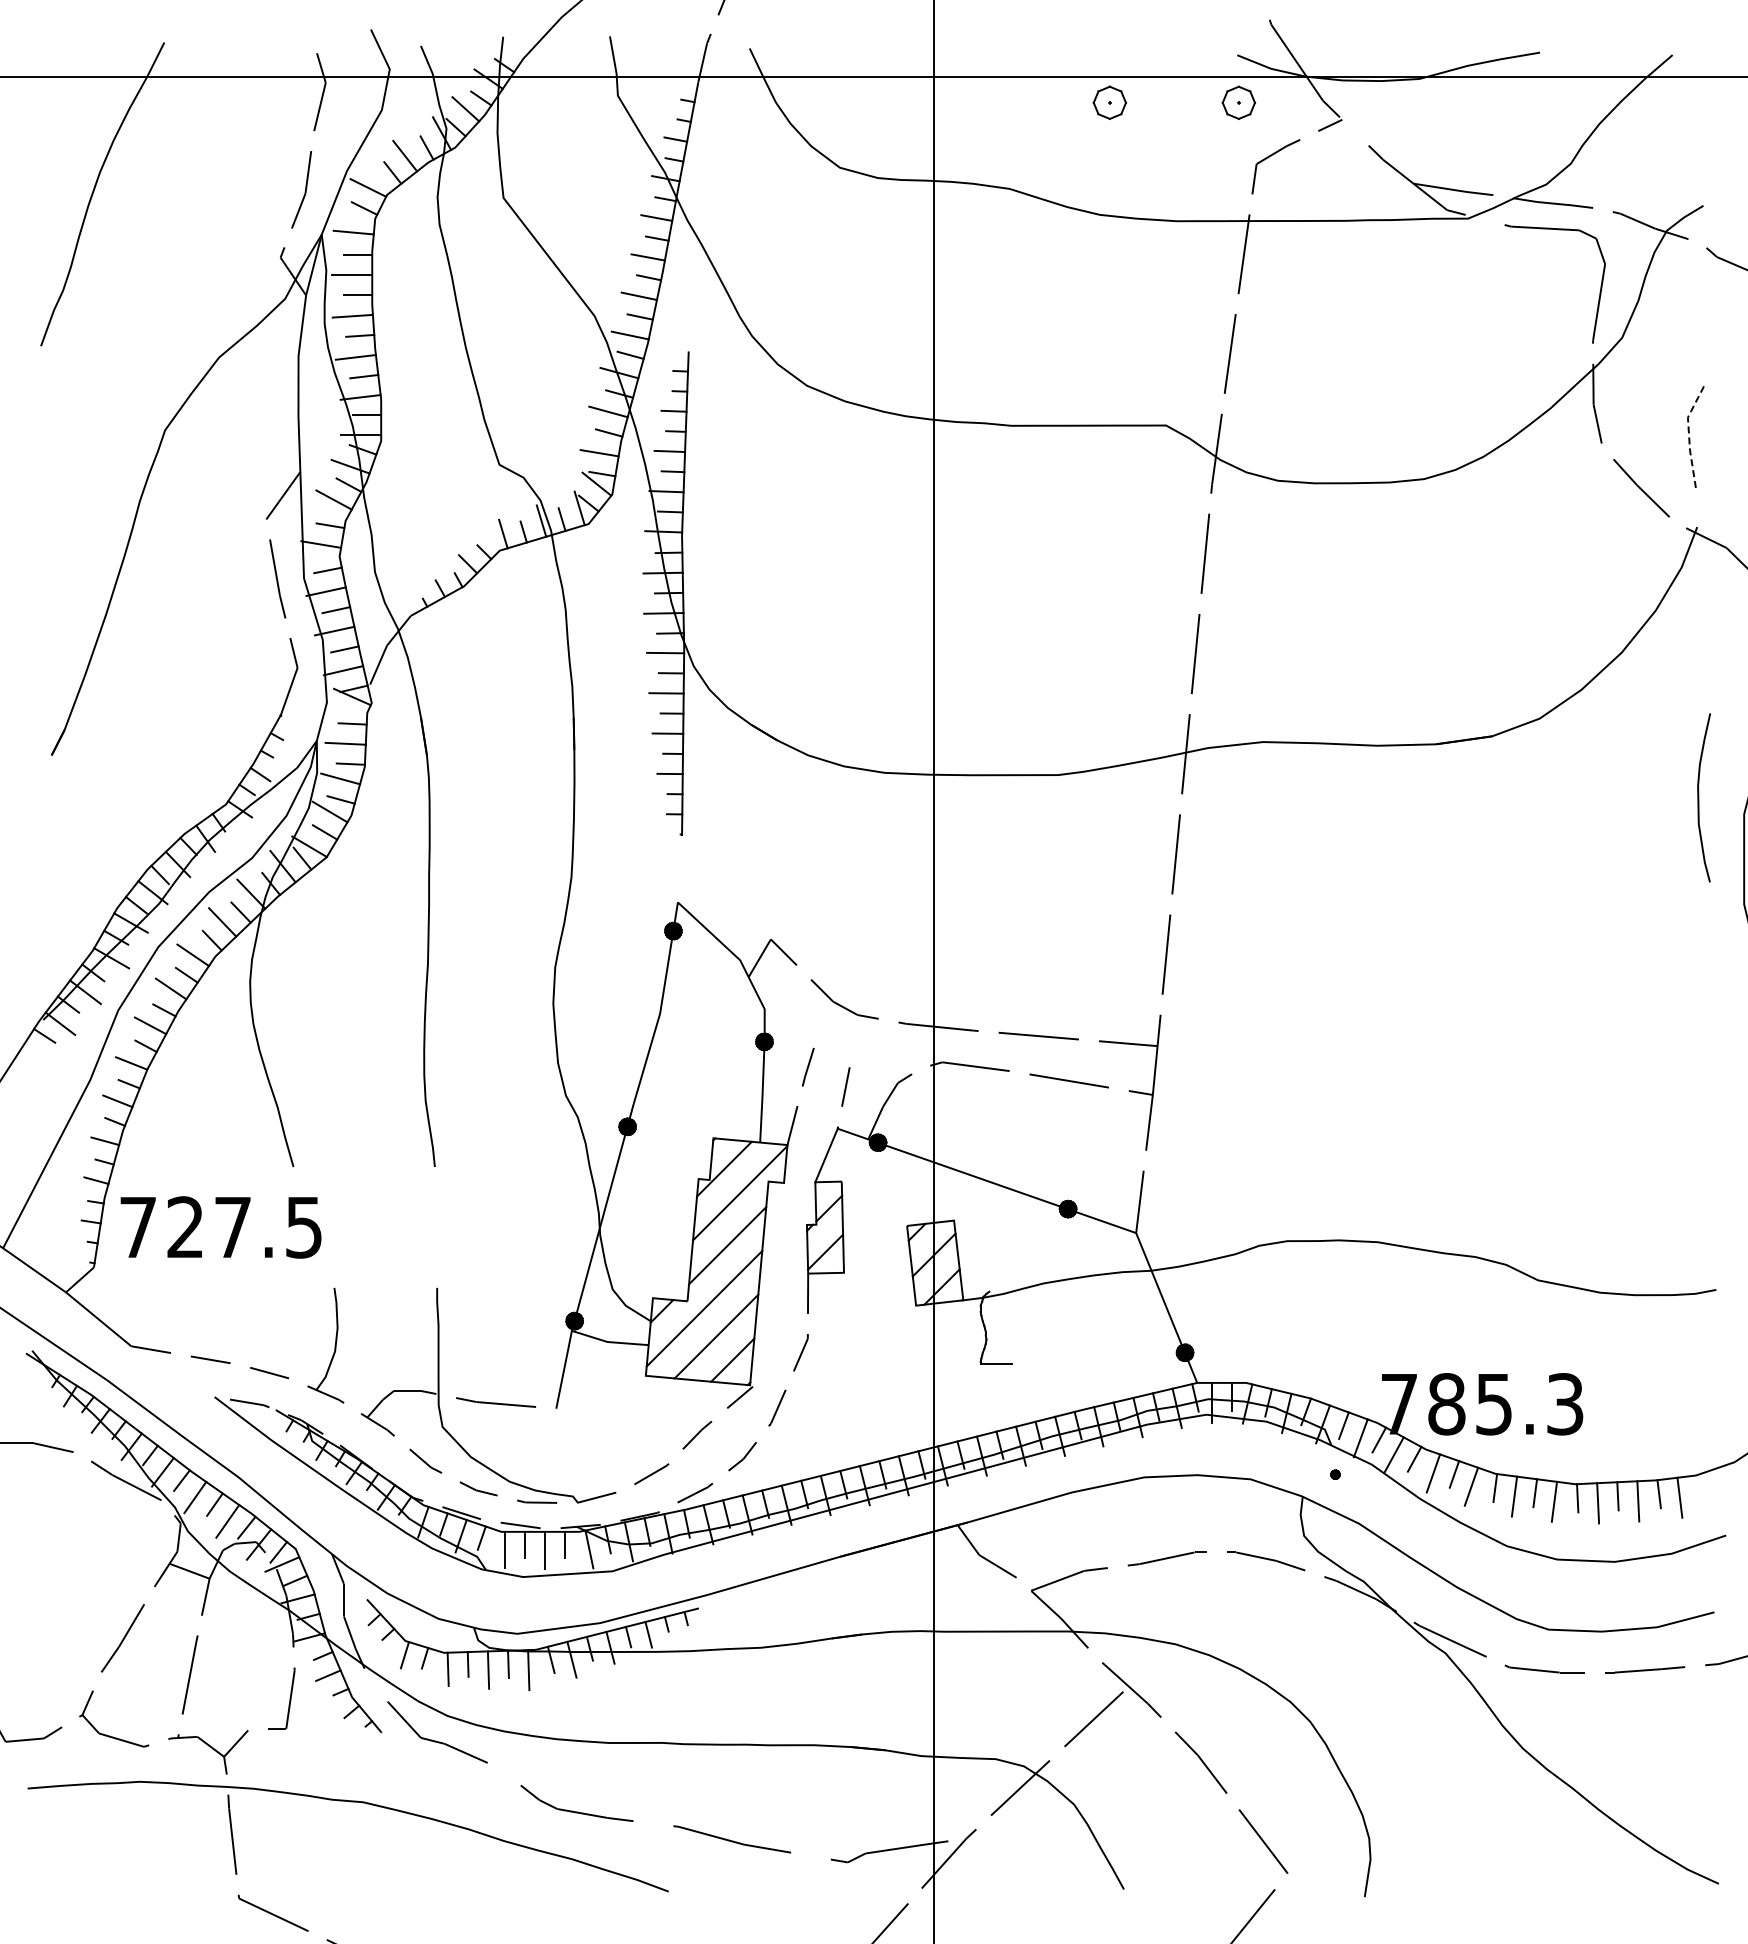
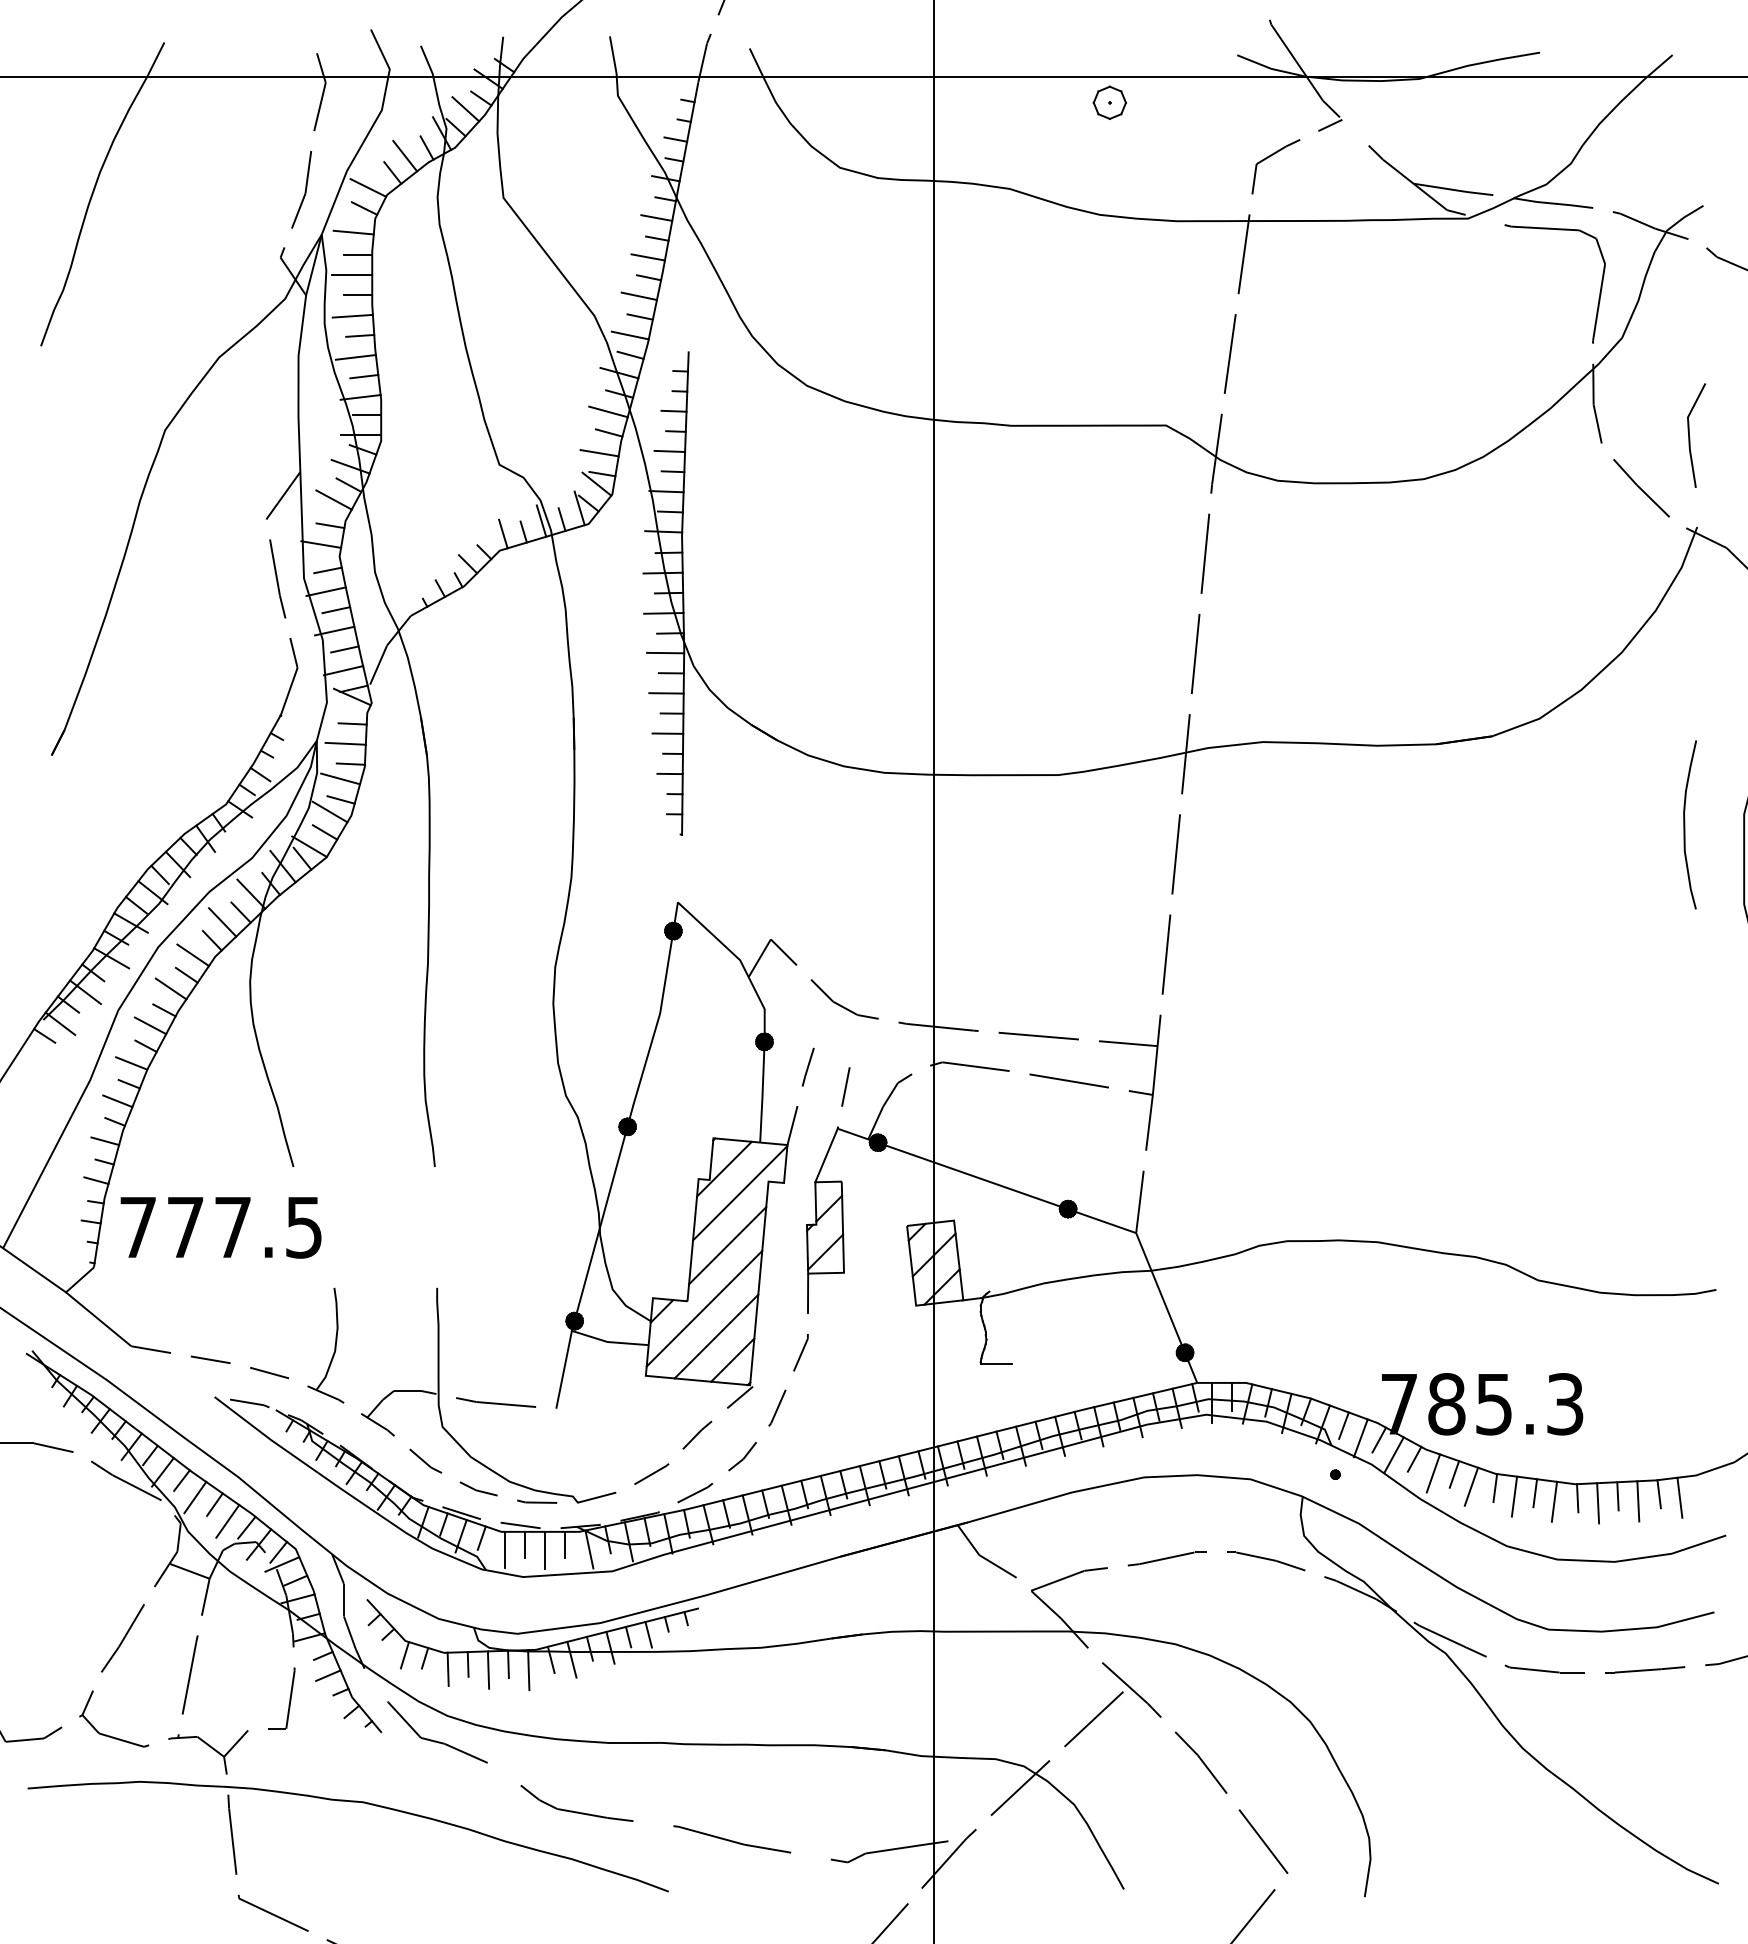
part at (1238, 102): present -> none
line at (1688, 433): dashed -> solid
curve at (1699, 797) position: (1699, 797) -> (1685, 824)
text at (185, 1226): 727.5 -> 777.5
